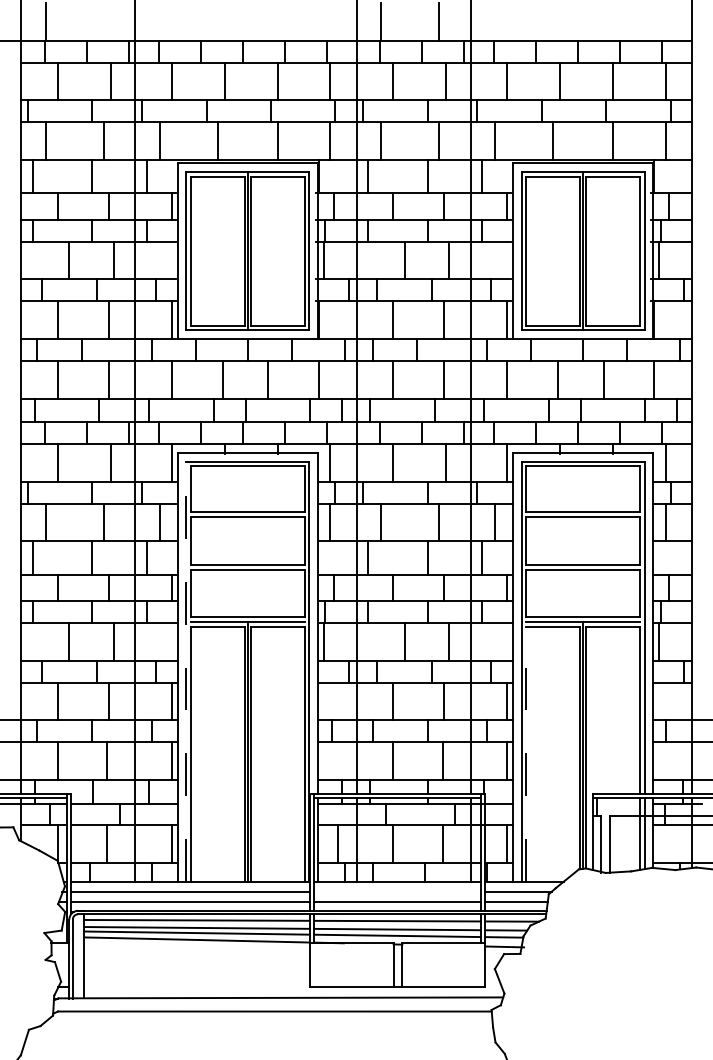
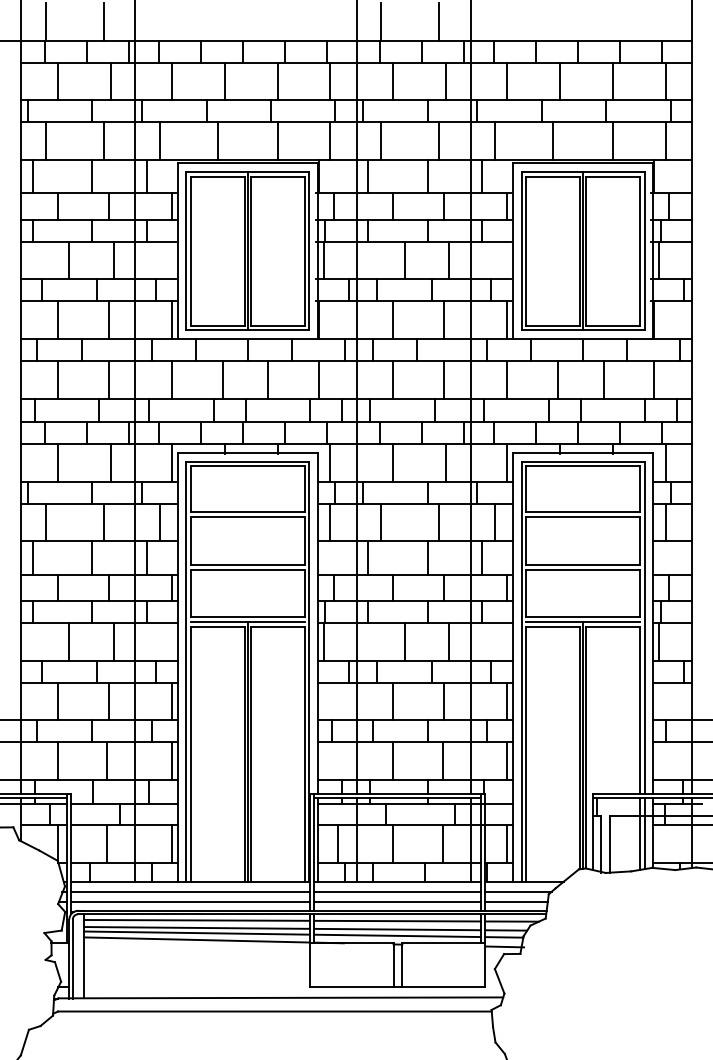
line at (103, 21): none -> present
line at (186, 671): dashed -> solid
line at (526, 754): dashed -> solid
line at (397, 891): none -> present
